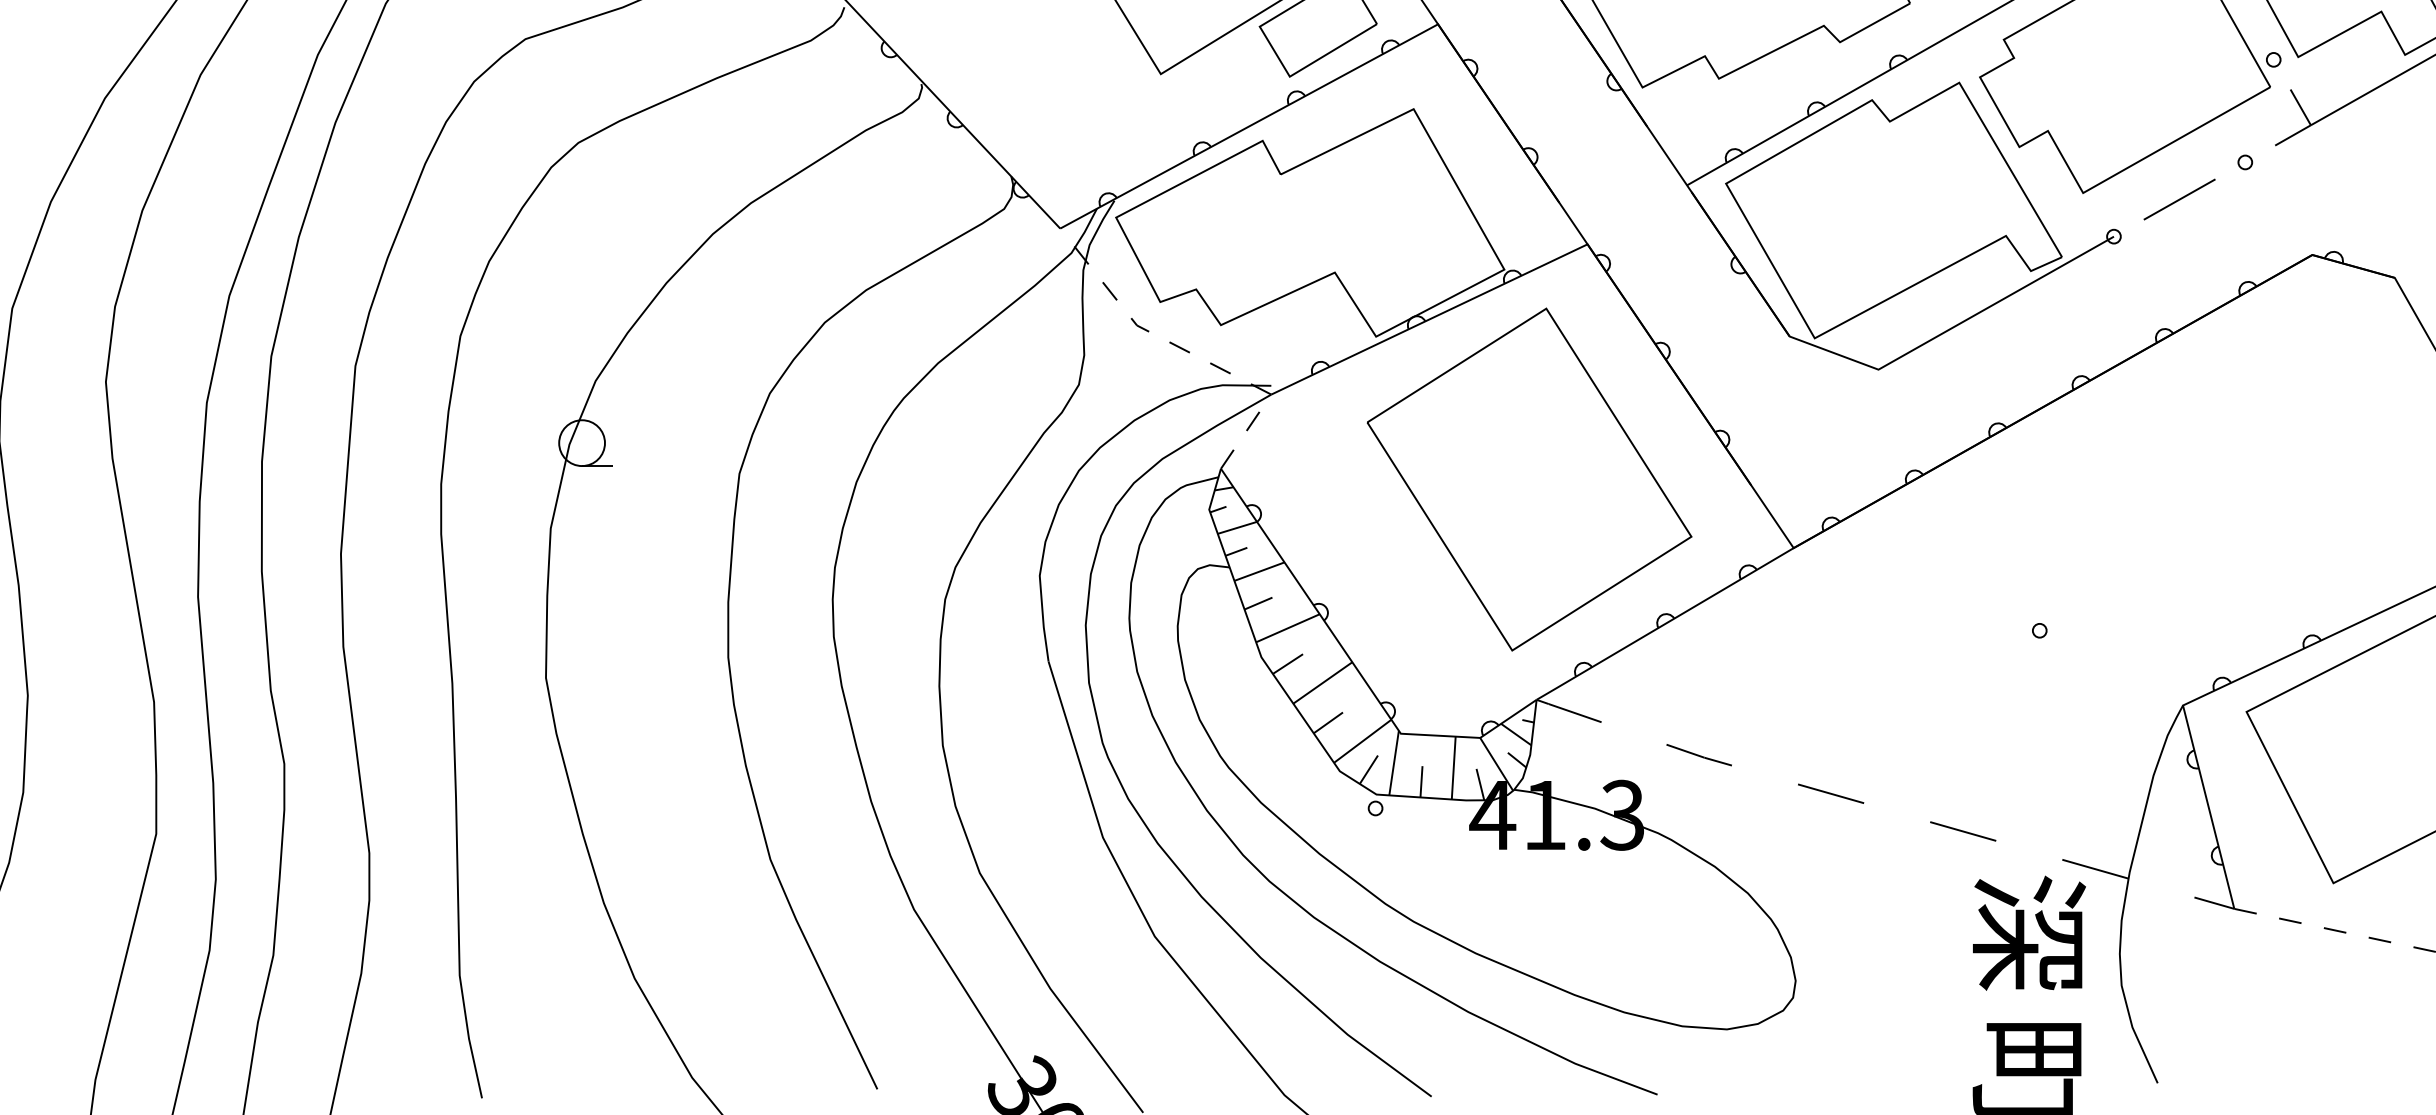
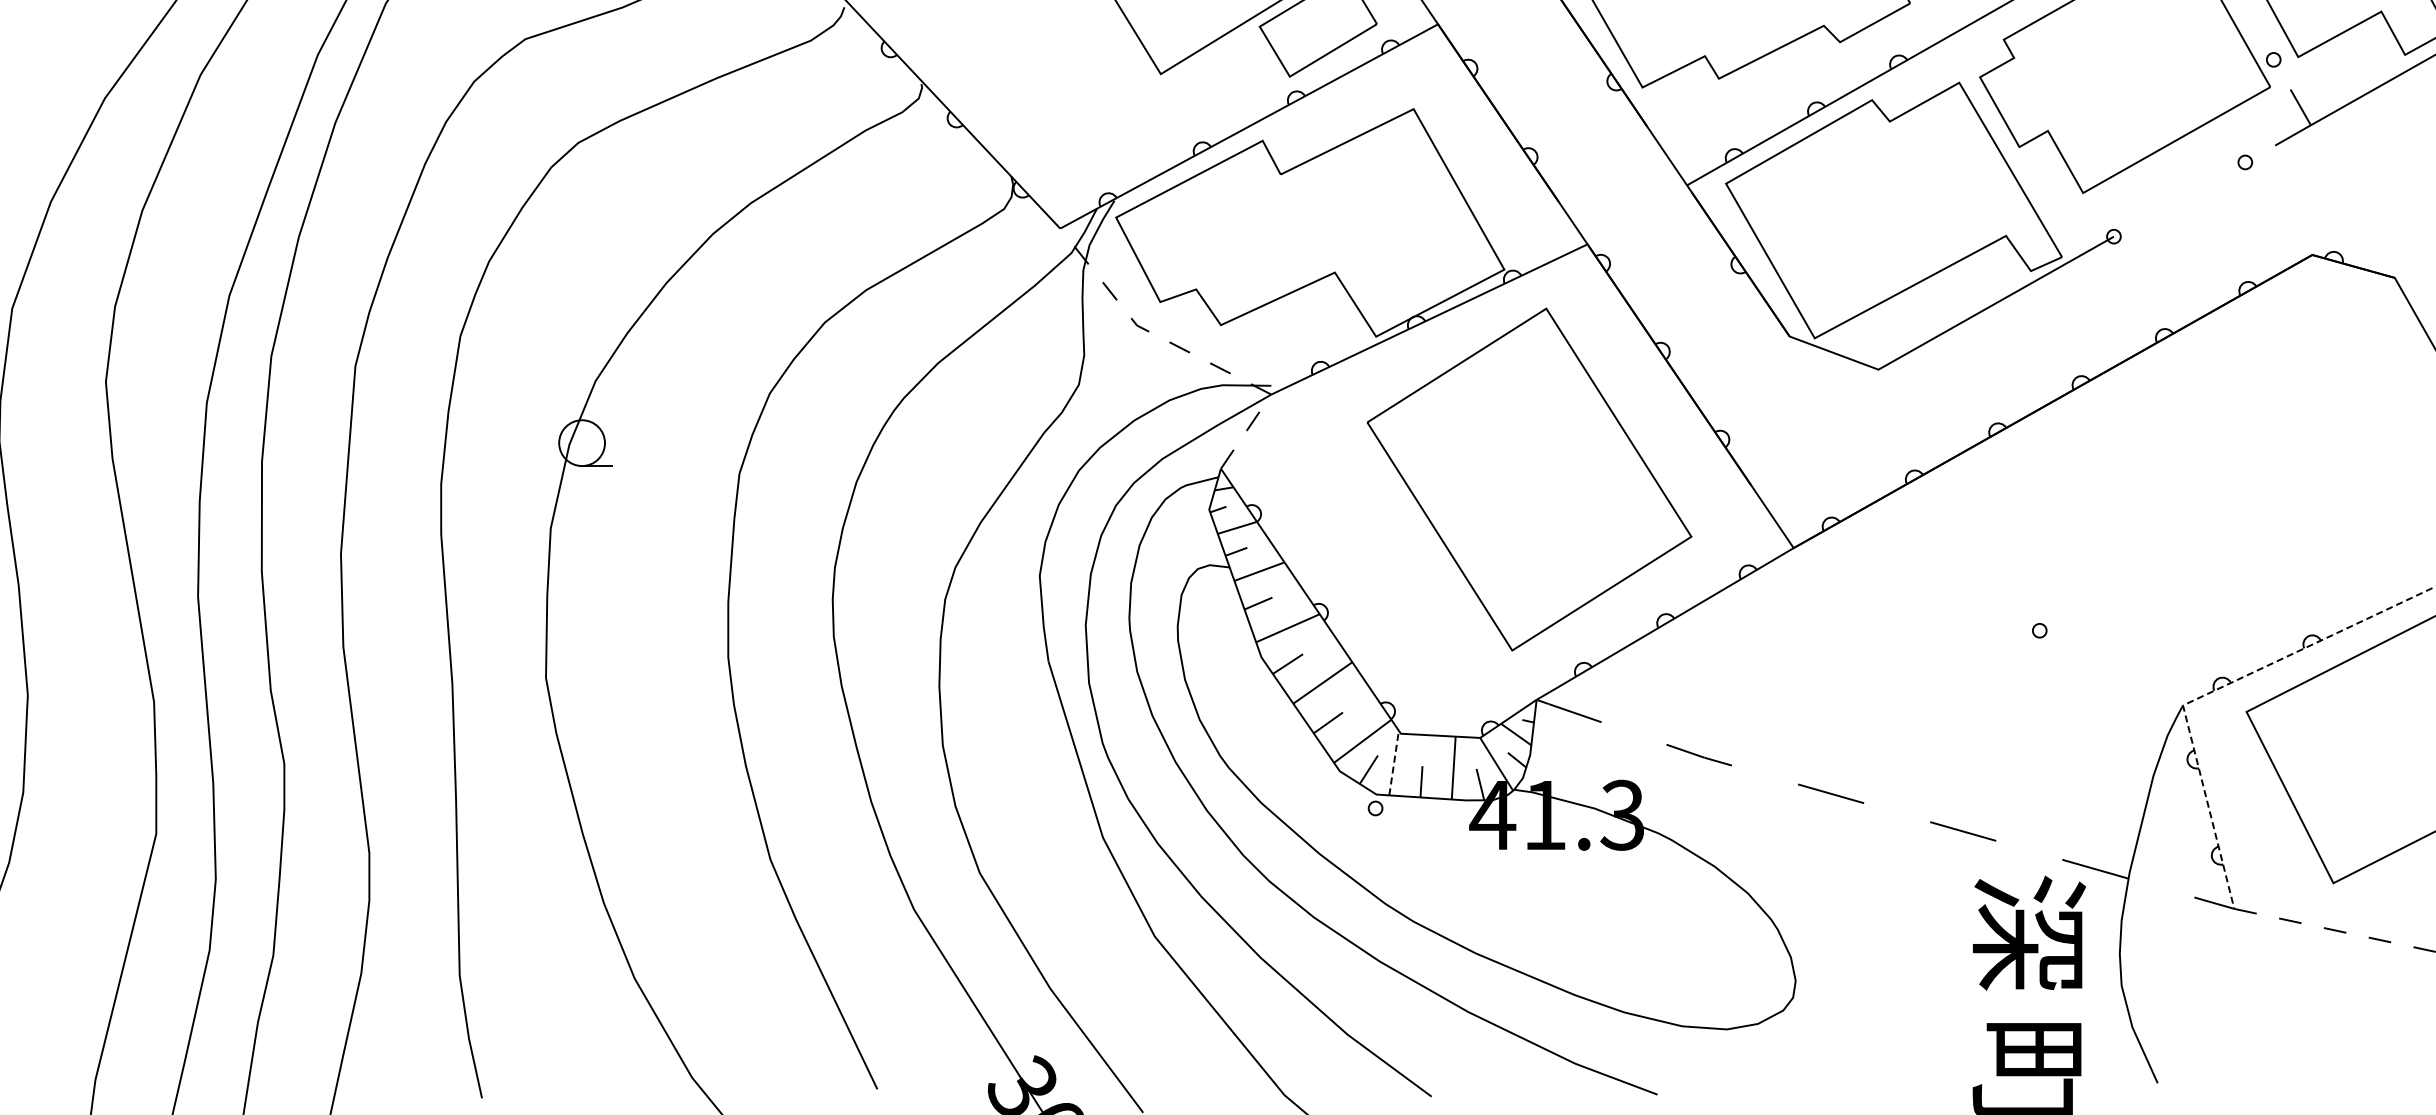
line at (2179, 199): present -> none
line at (2213, 691): solid -> dashed
line at (1394, 763): solid -> dashed
